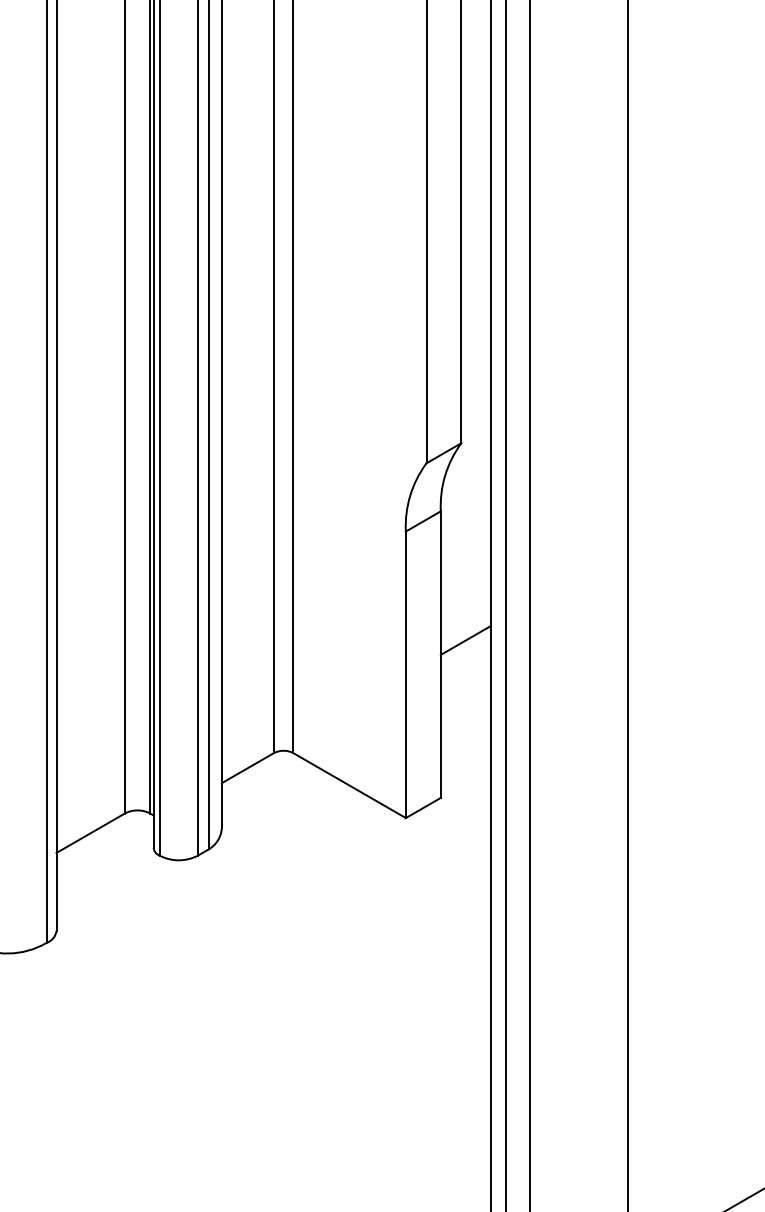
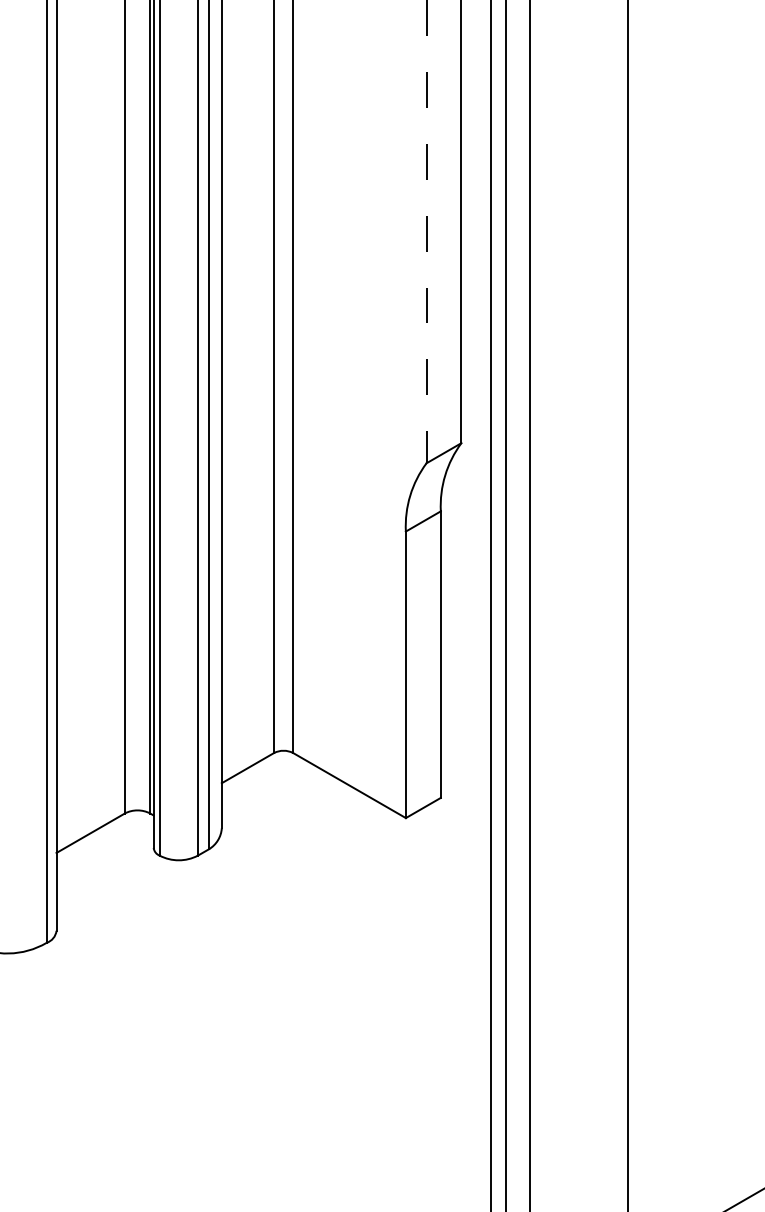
line at (426, 232): solid -> dashed
line at (465, 640): present -> none
